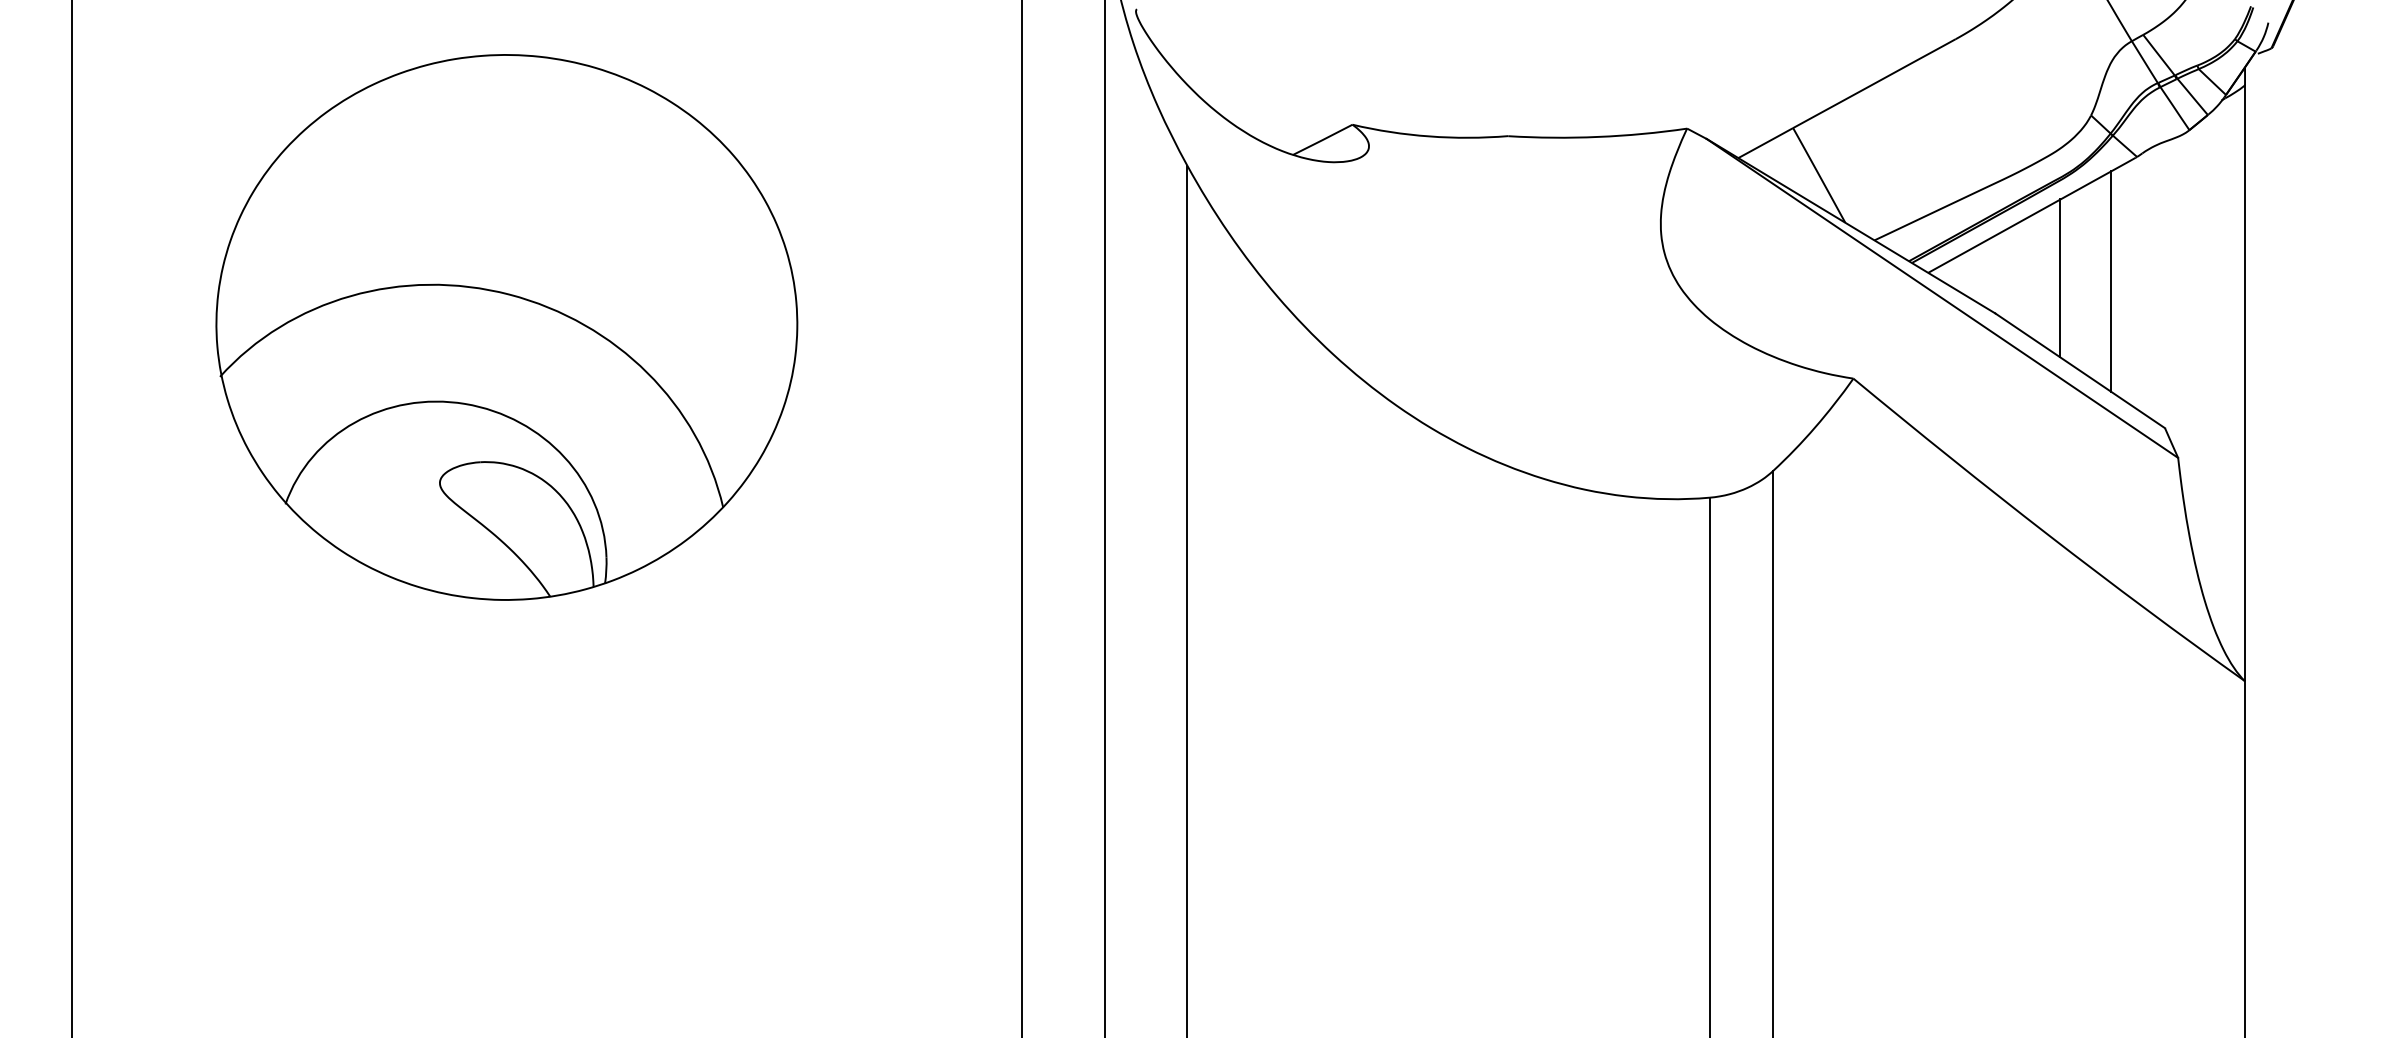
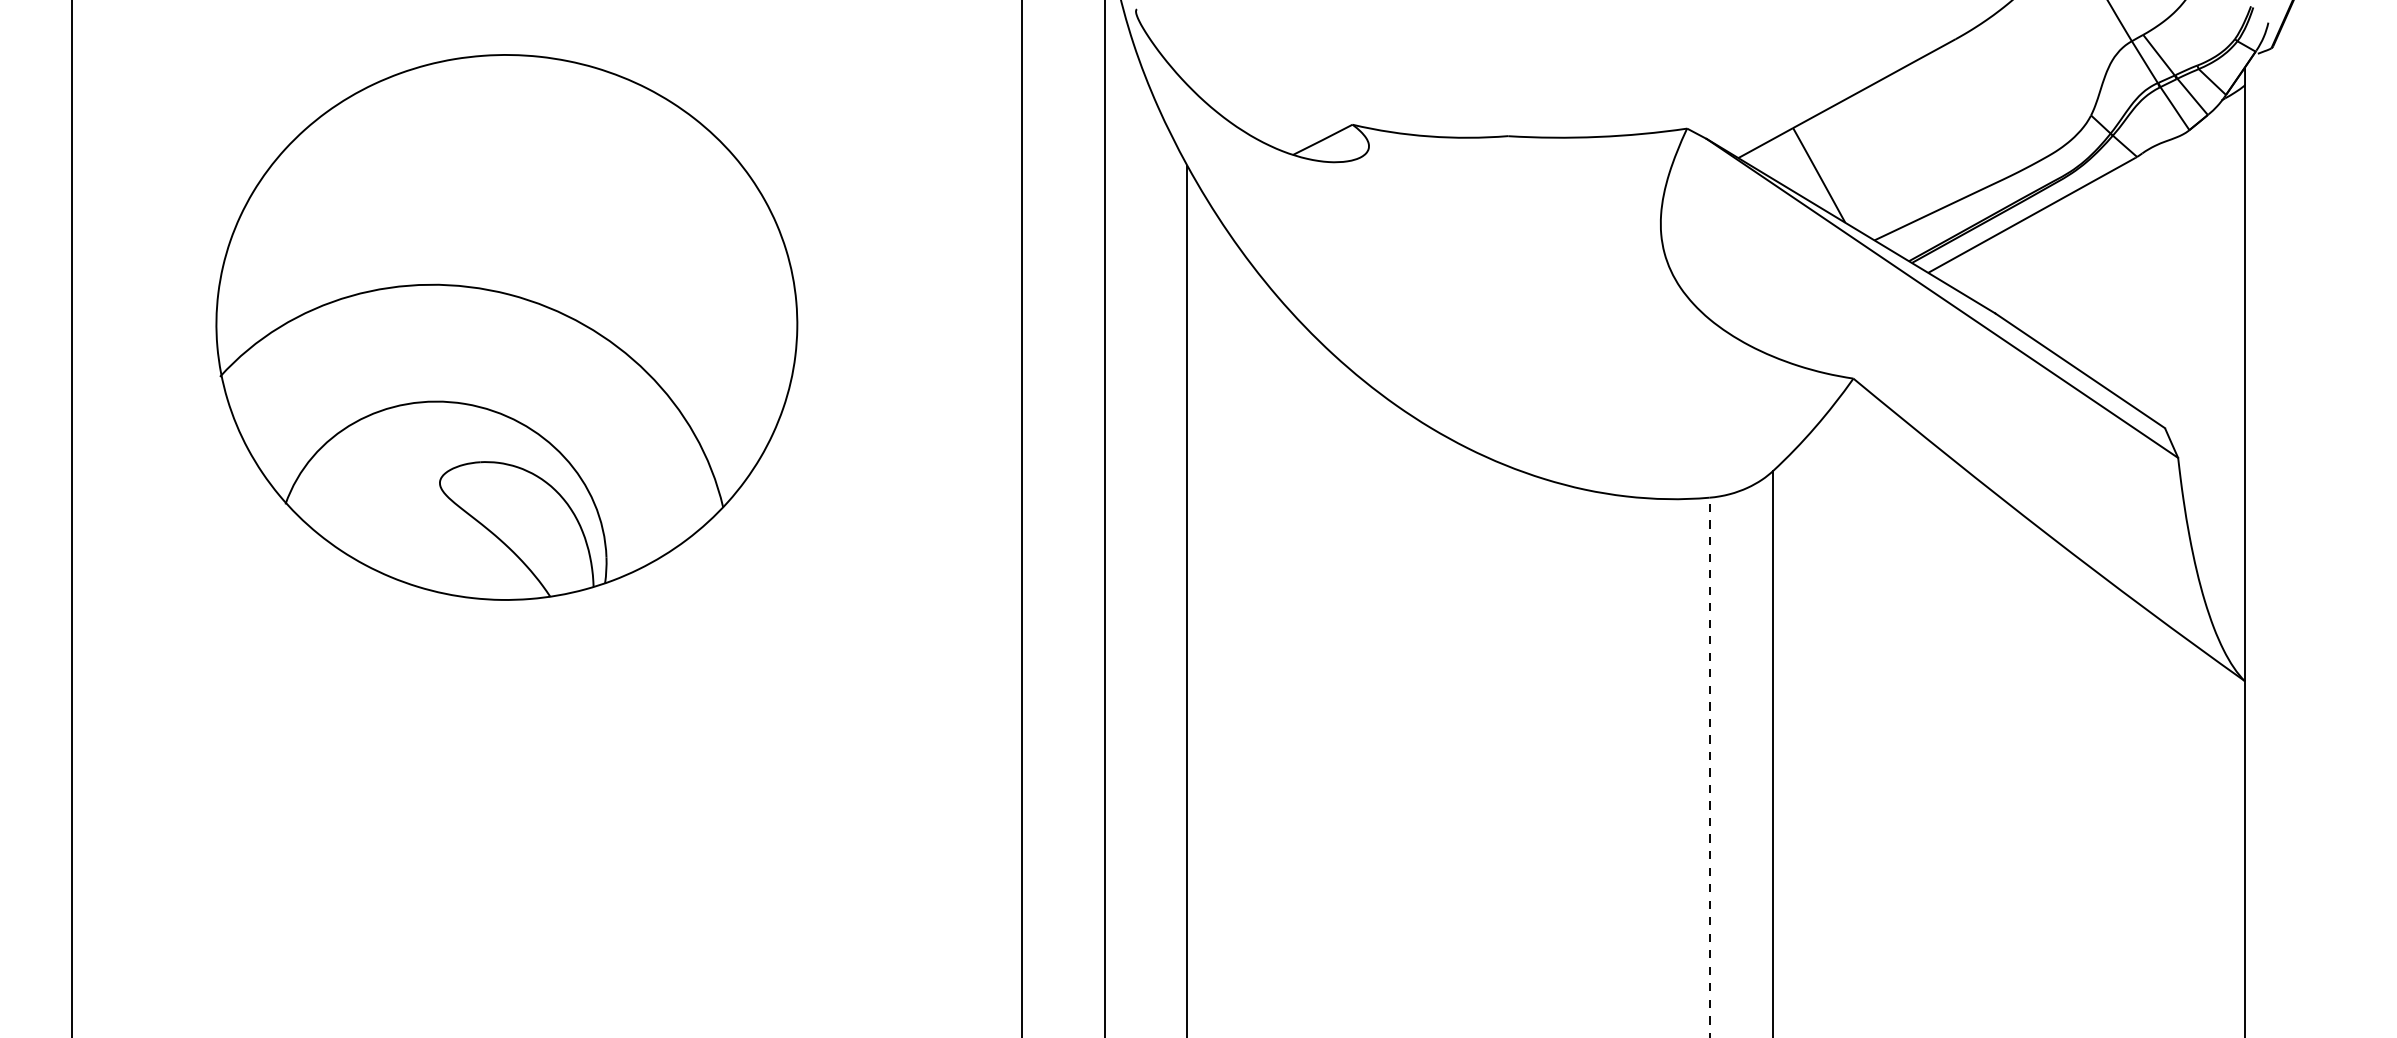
line at (2060, 278): present -> none
line at (2111, 281): present -> none
line at (1709, 767): solid -> dashed
